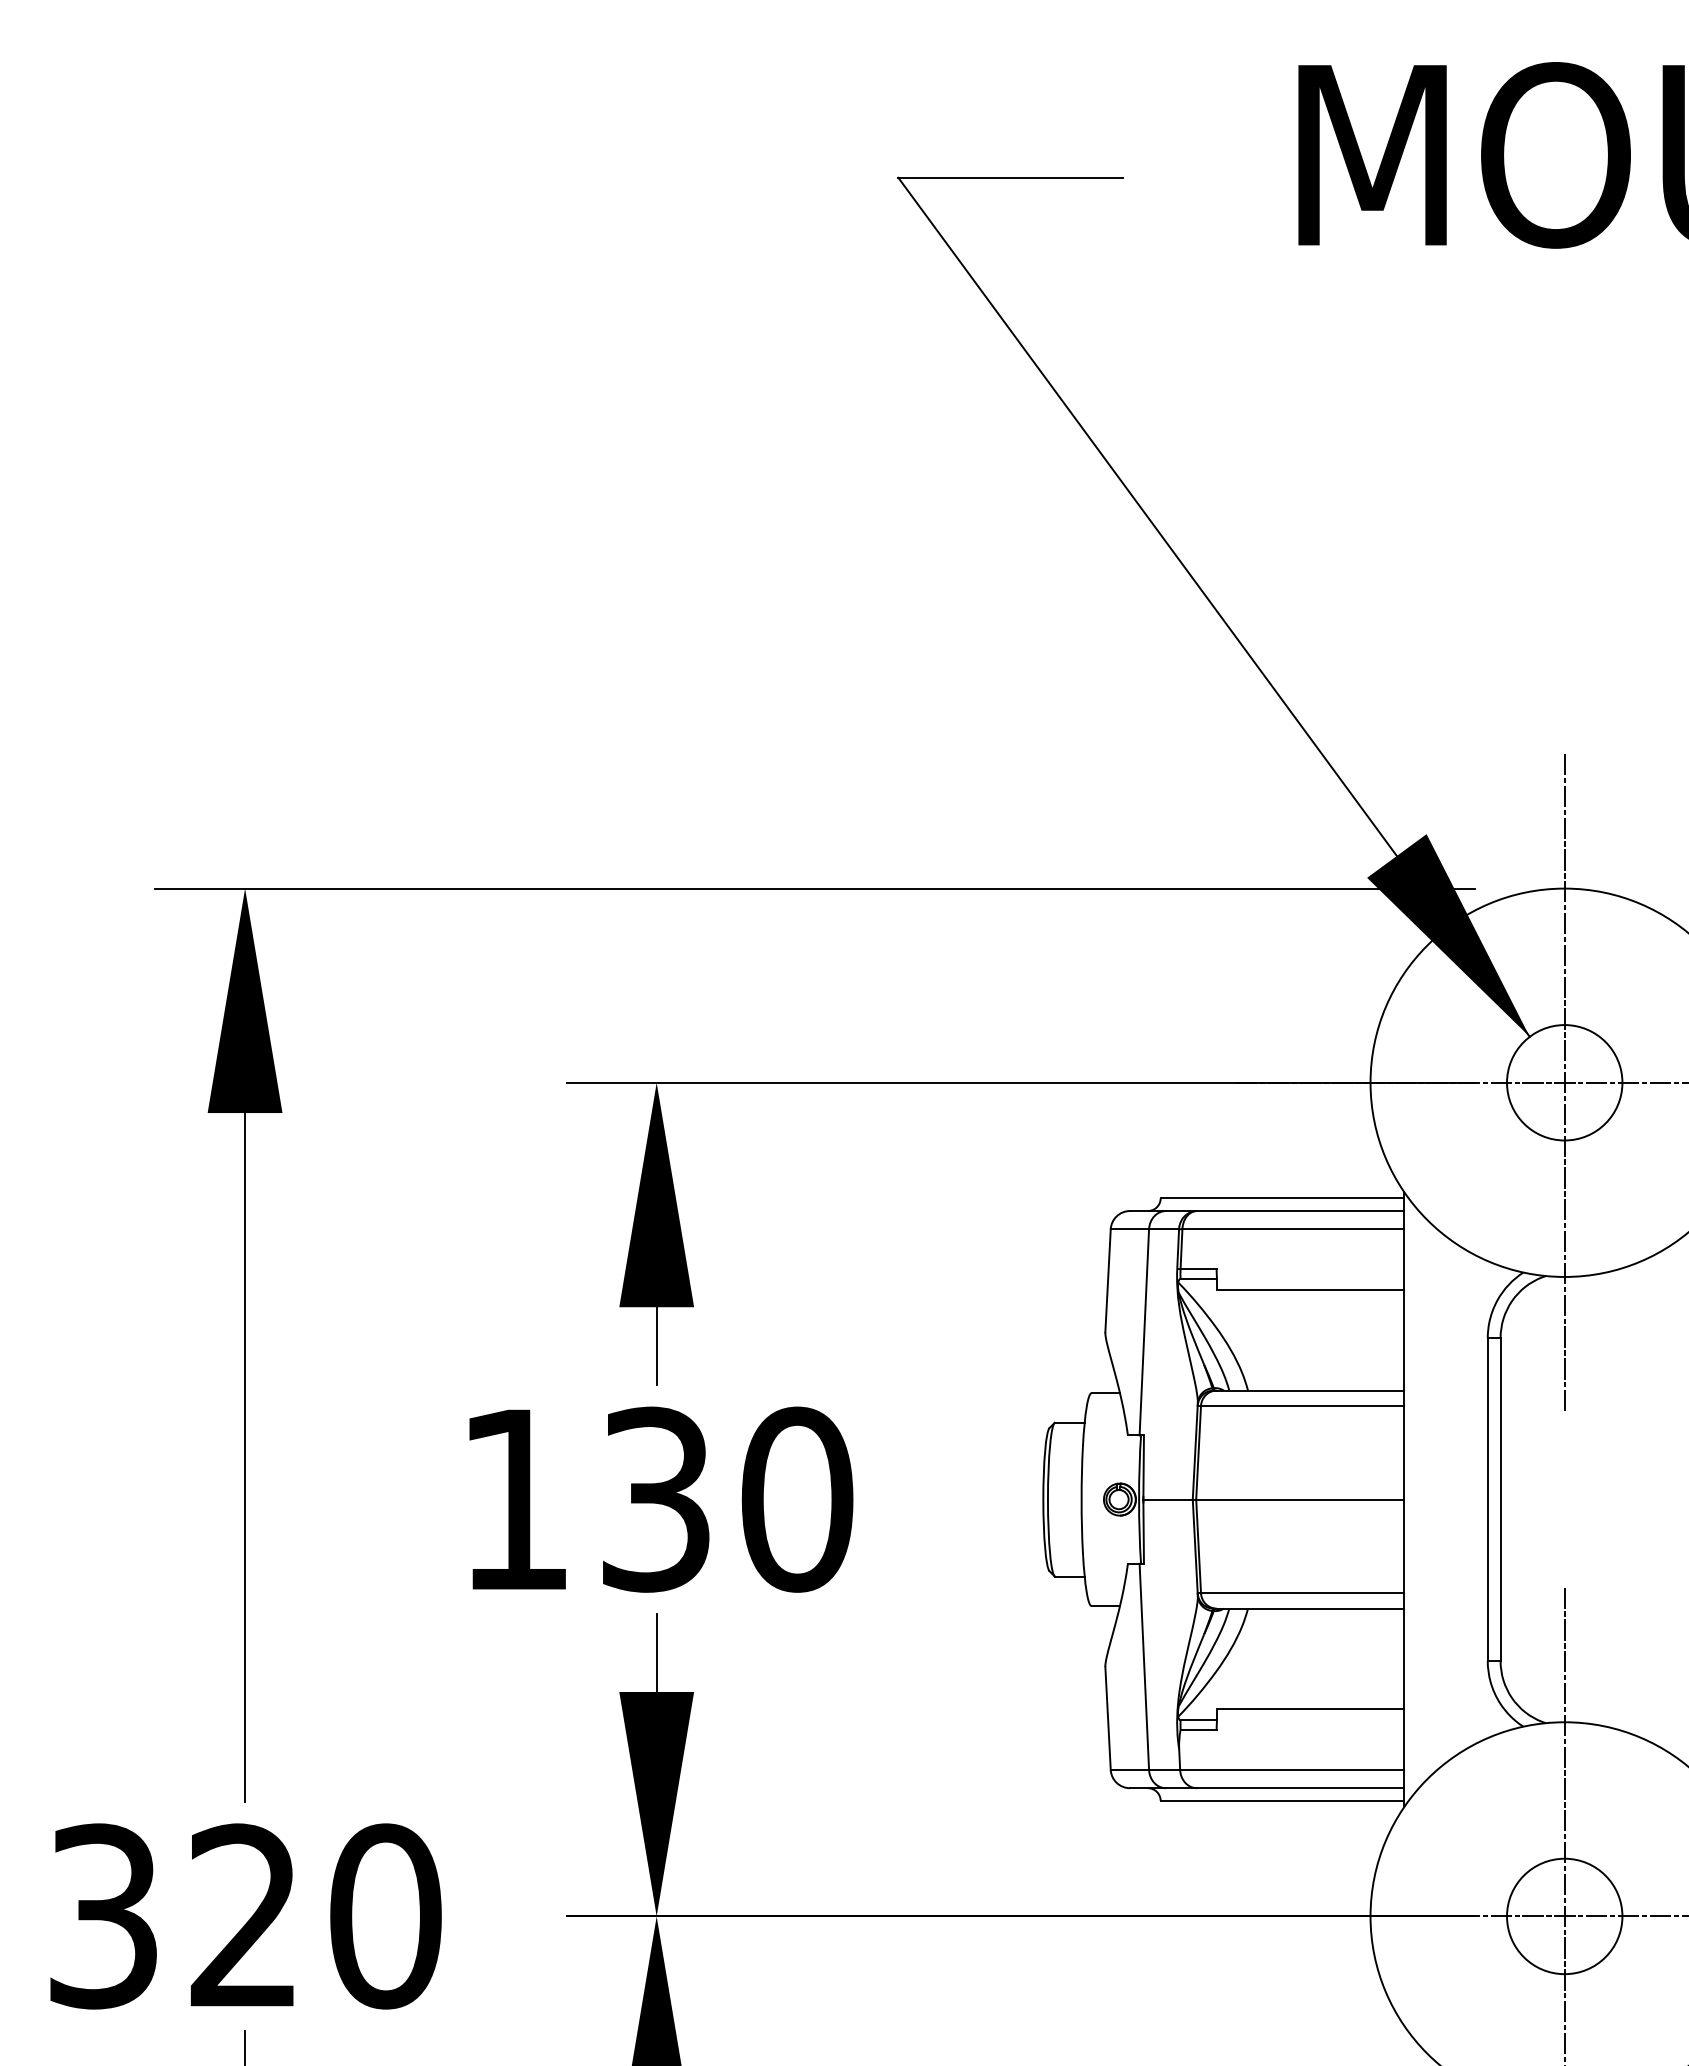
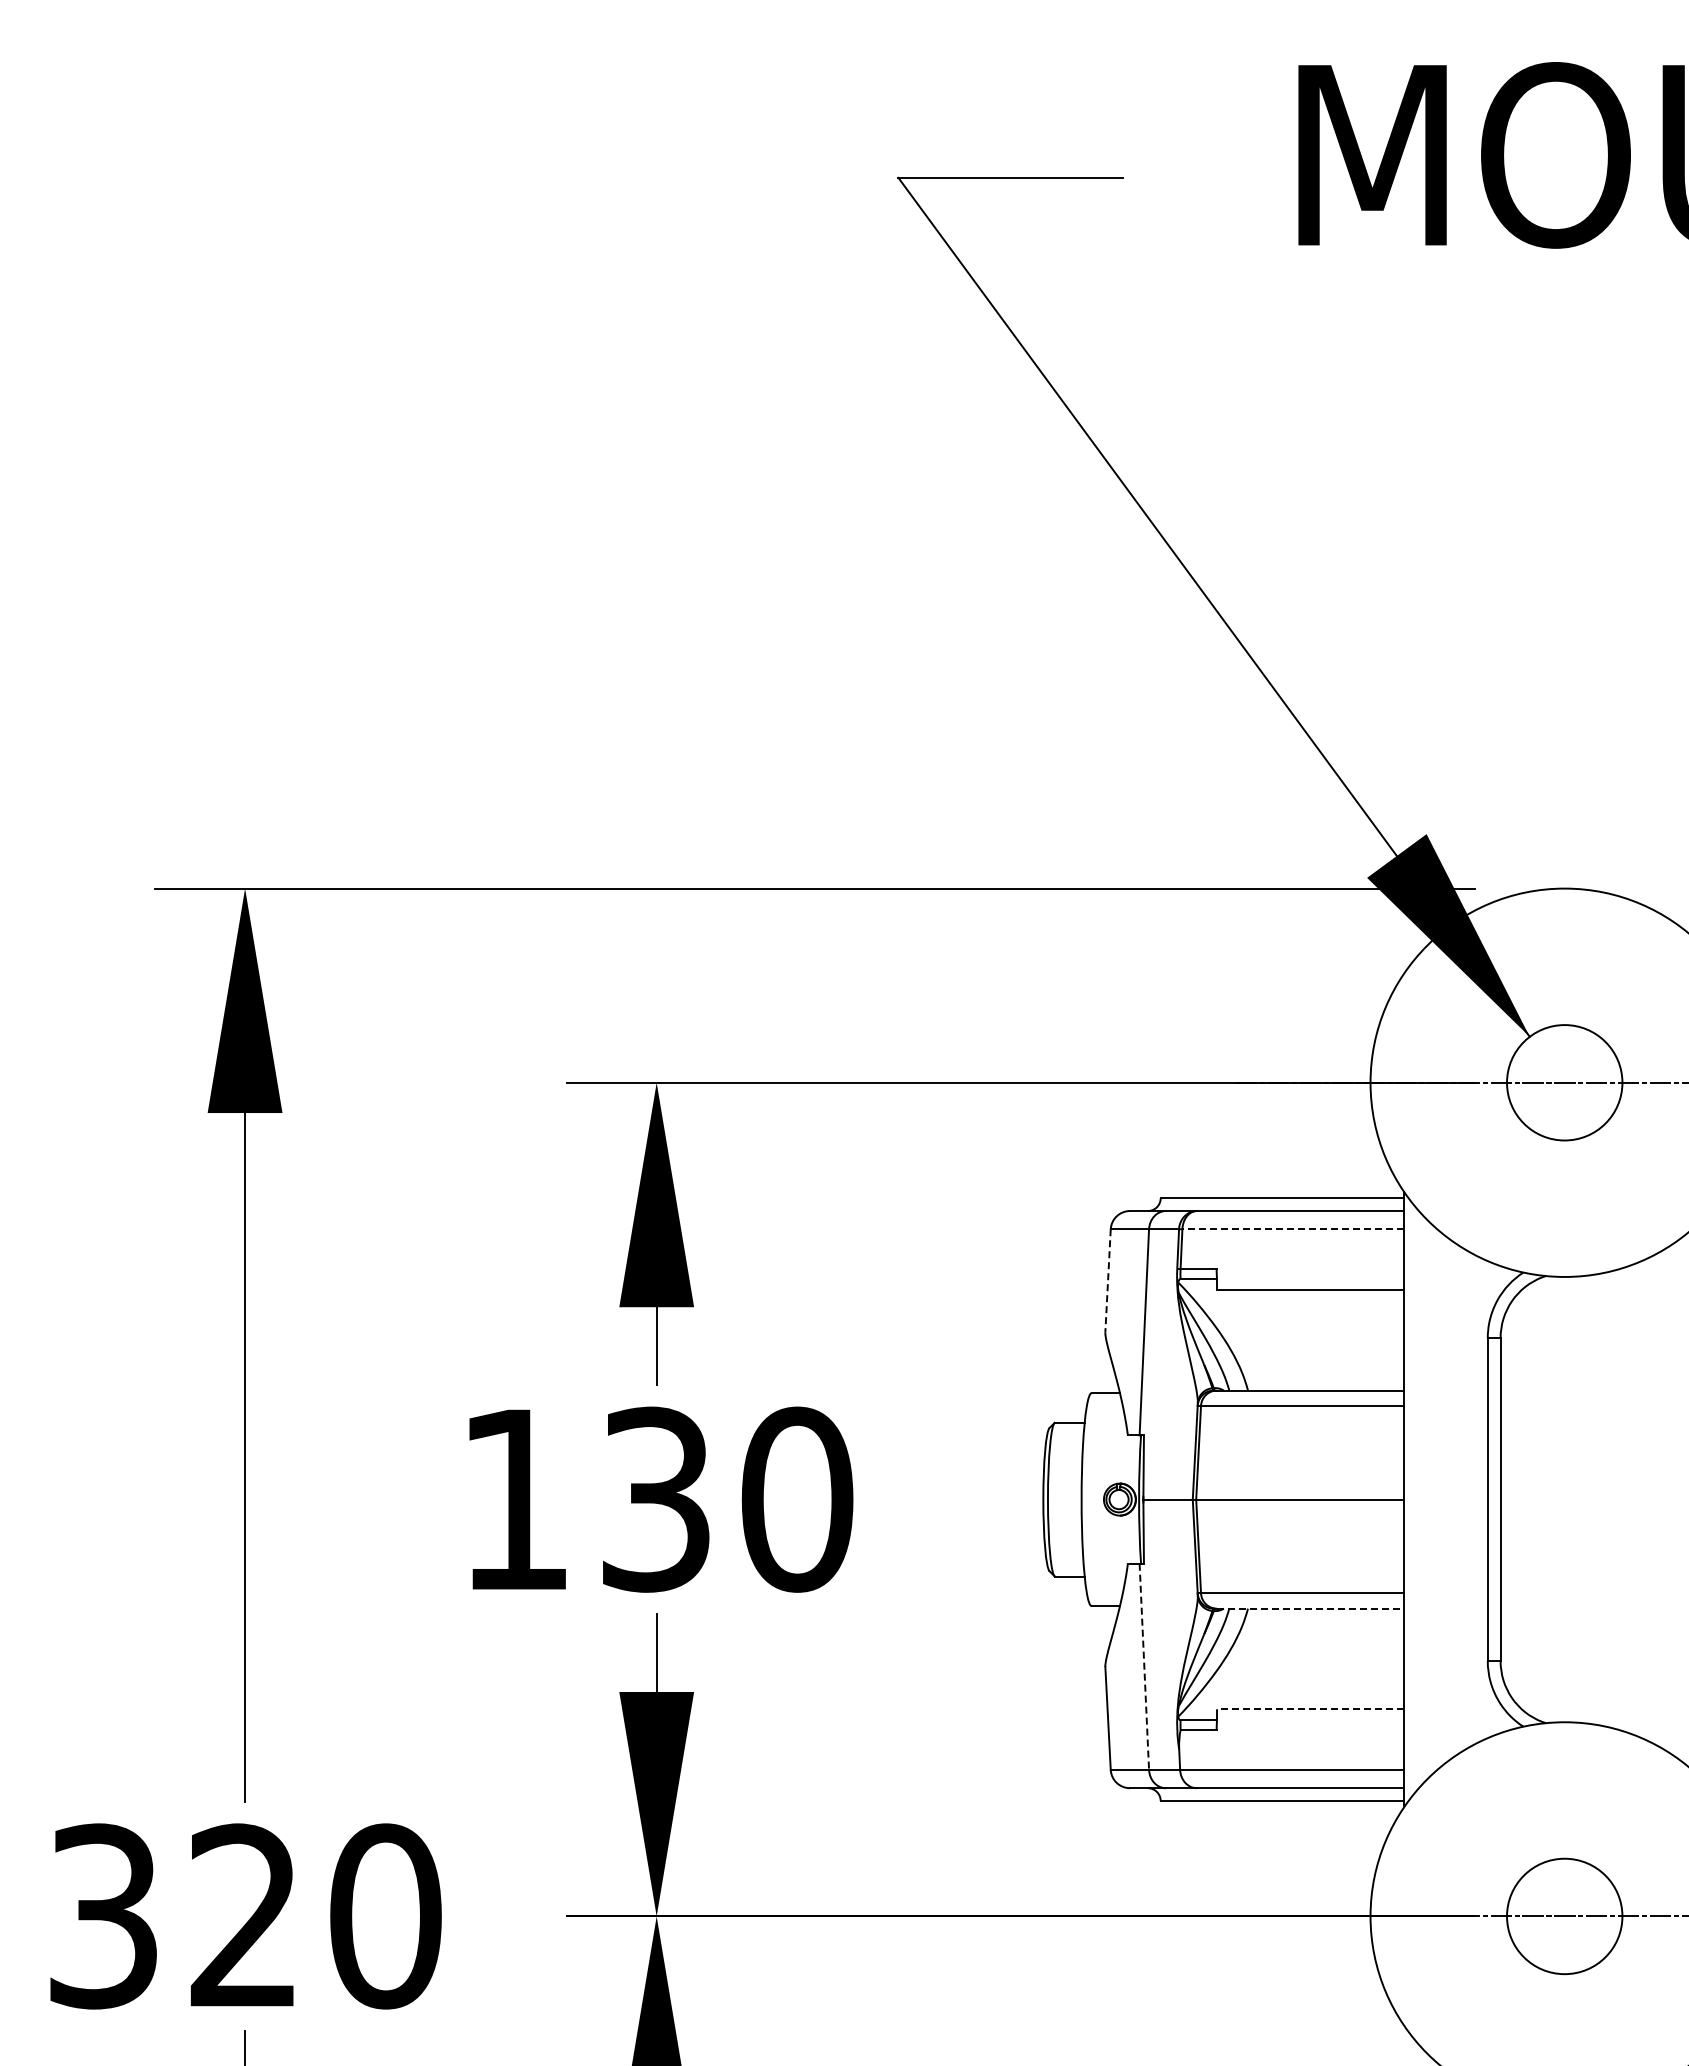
line at (1564, 1082): present -> none
line at (1293, 1229): solid -> dashed
line at (1108, 1280): solid -> dashed
line at (1310, 1608): solid -> dashed
line at (1144, 1667): solid -> dashed
line at (1310, 1709): solid -> dashed
line at (1564, 1824): present -> none
